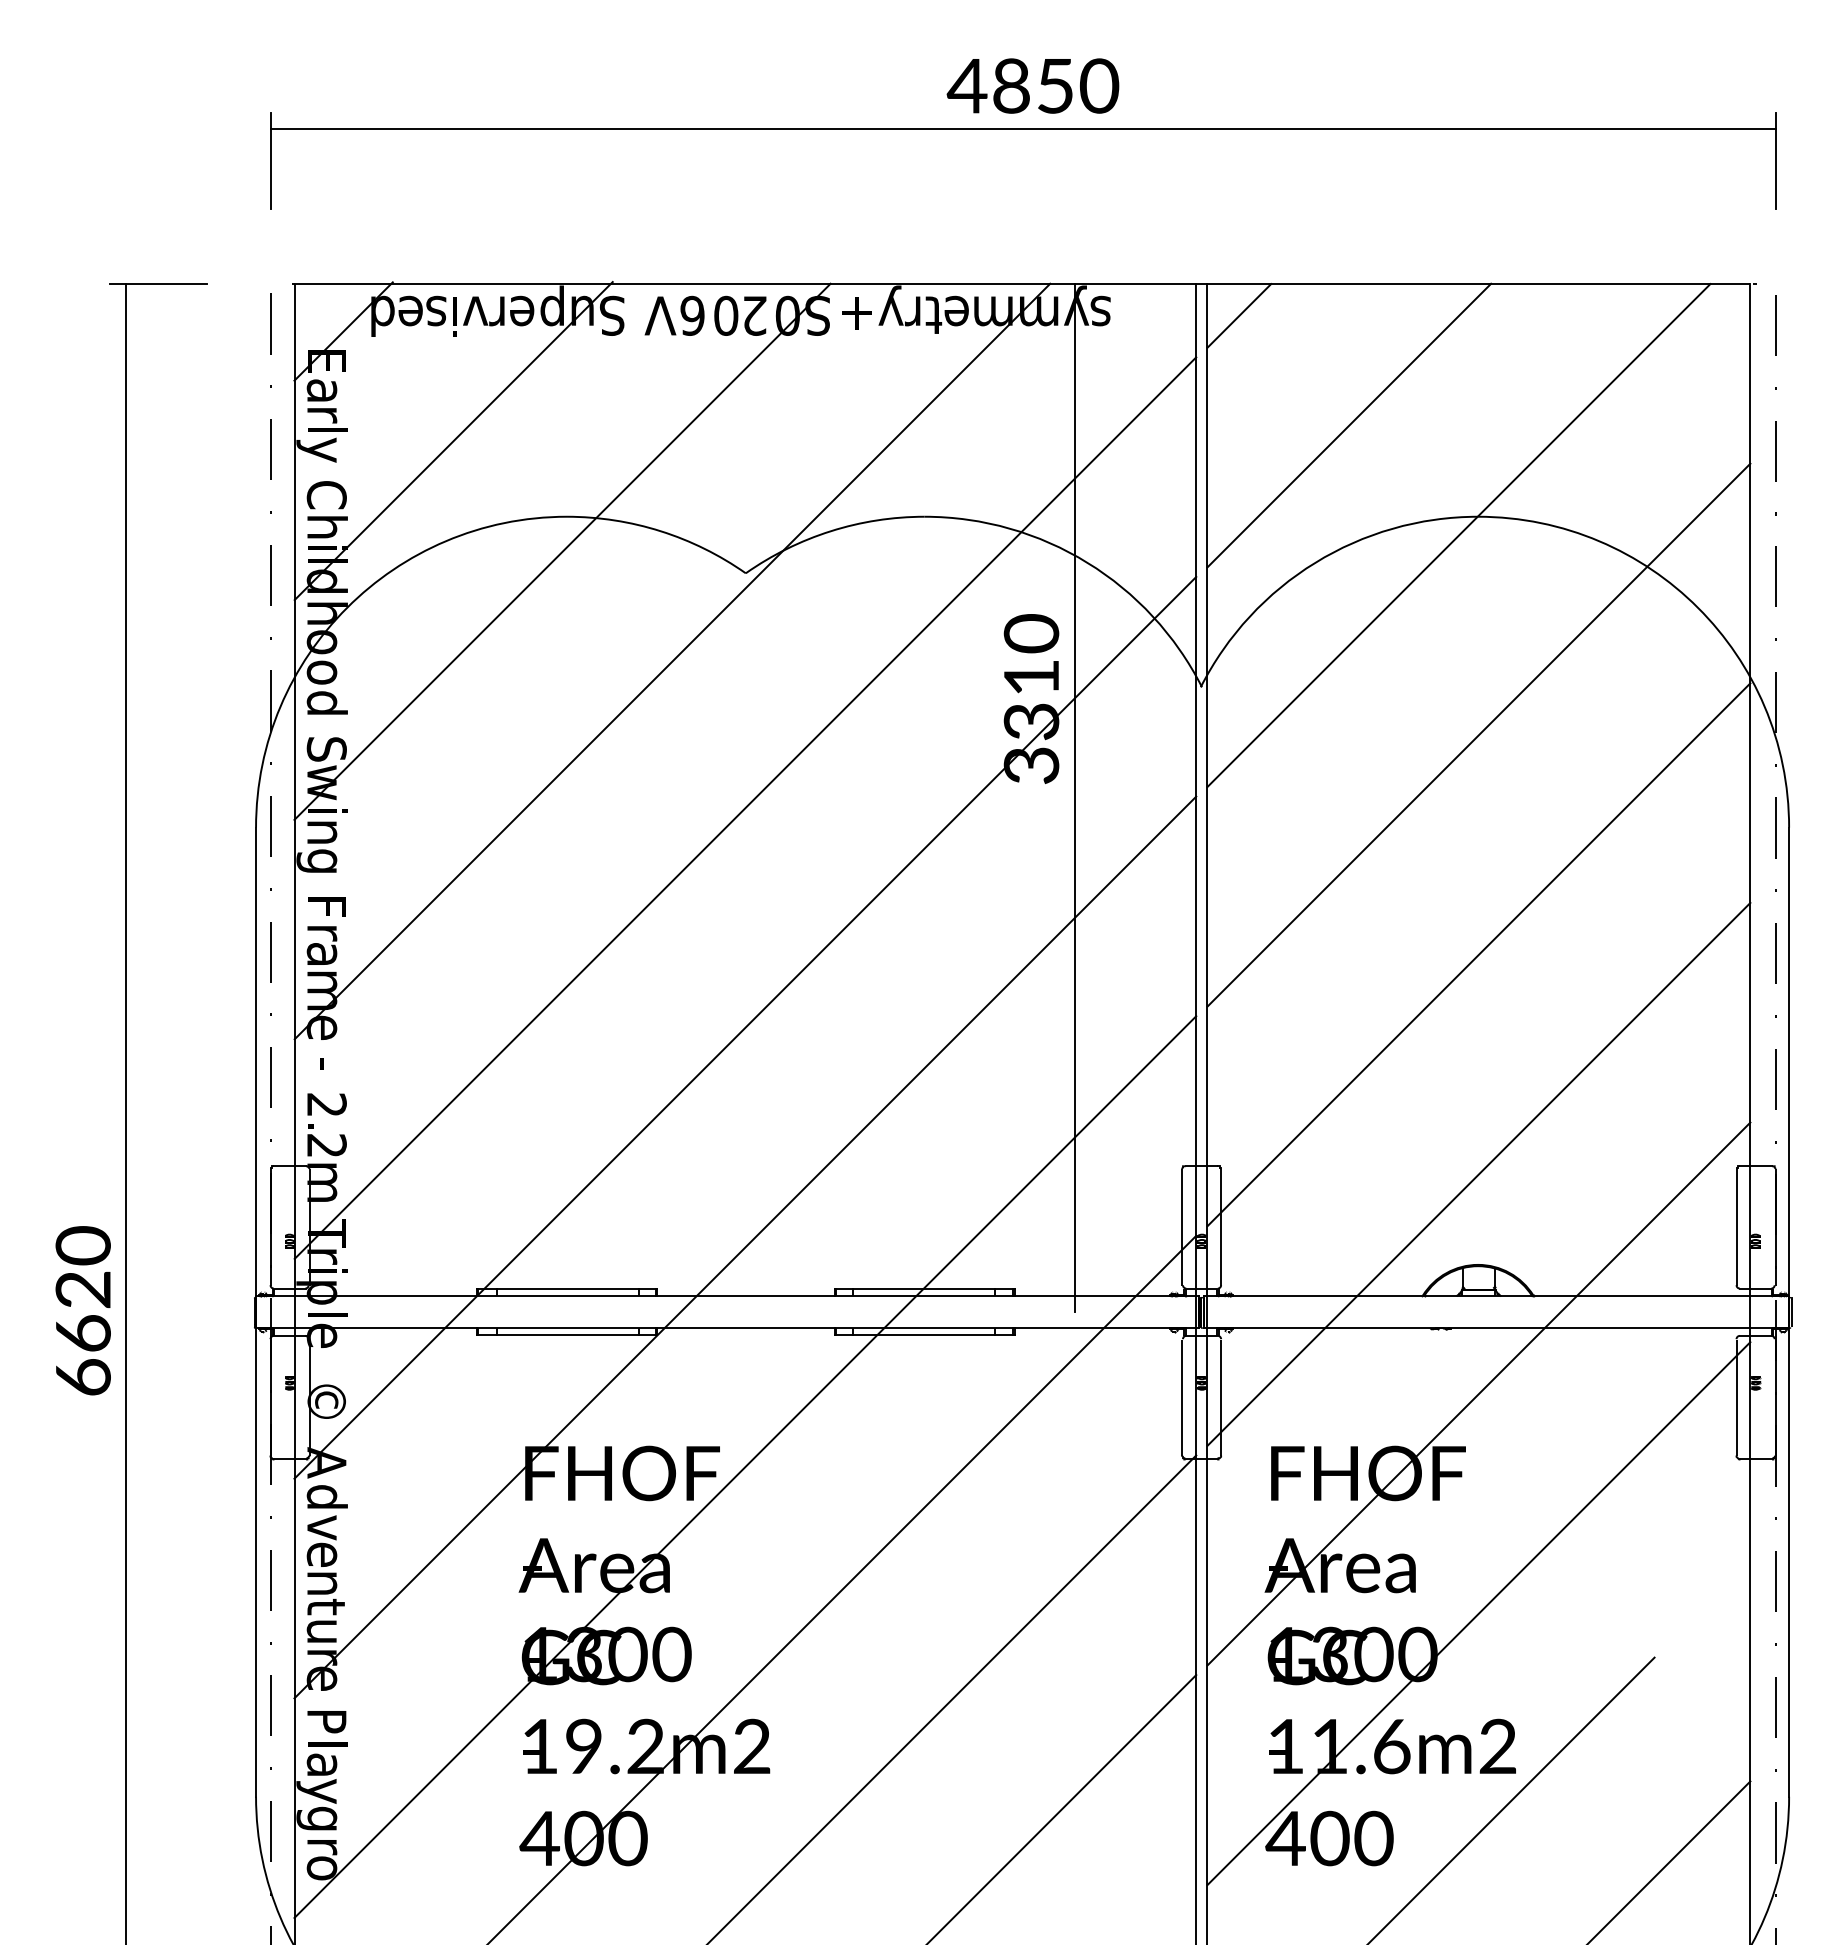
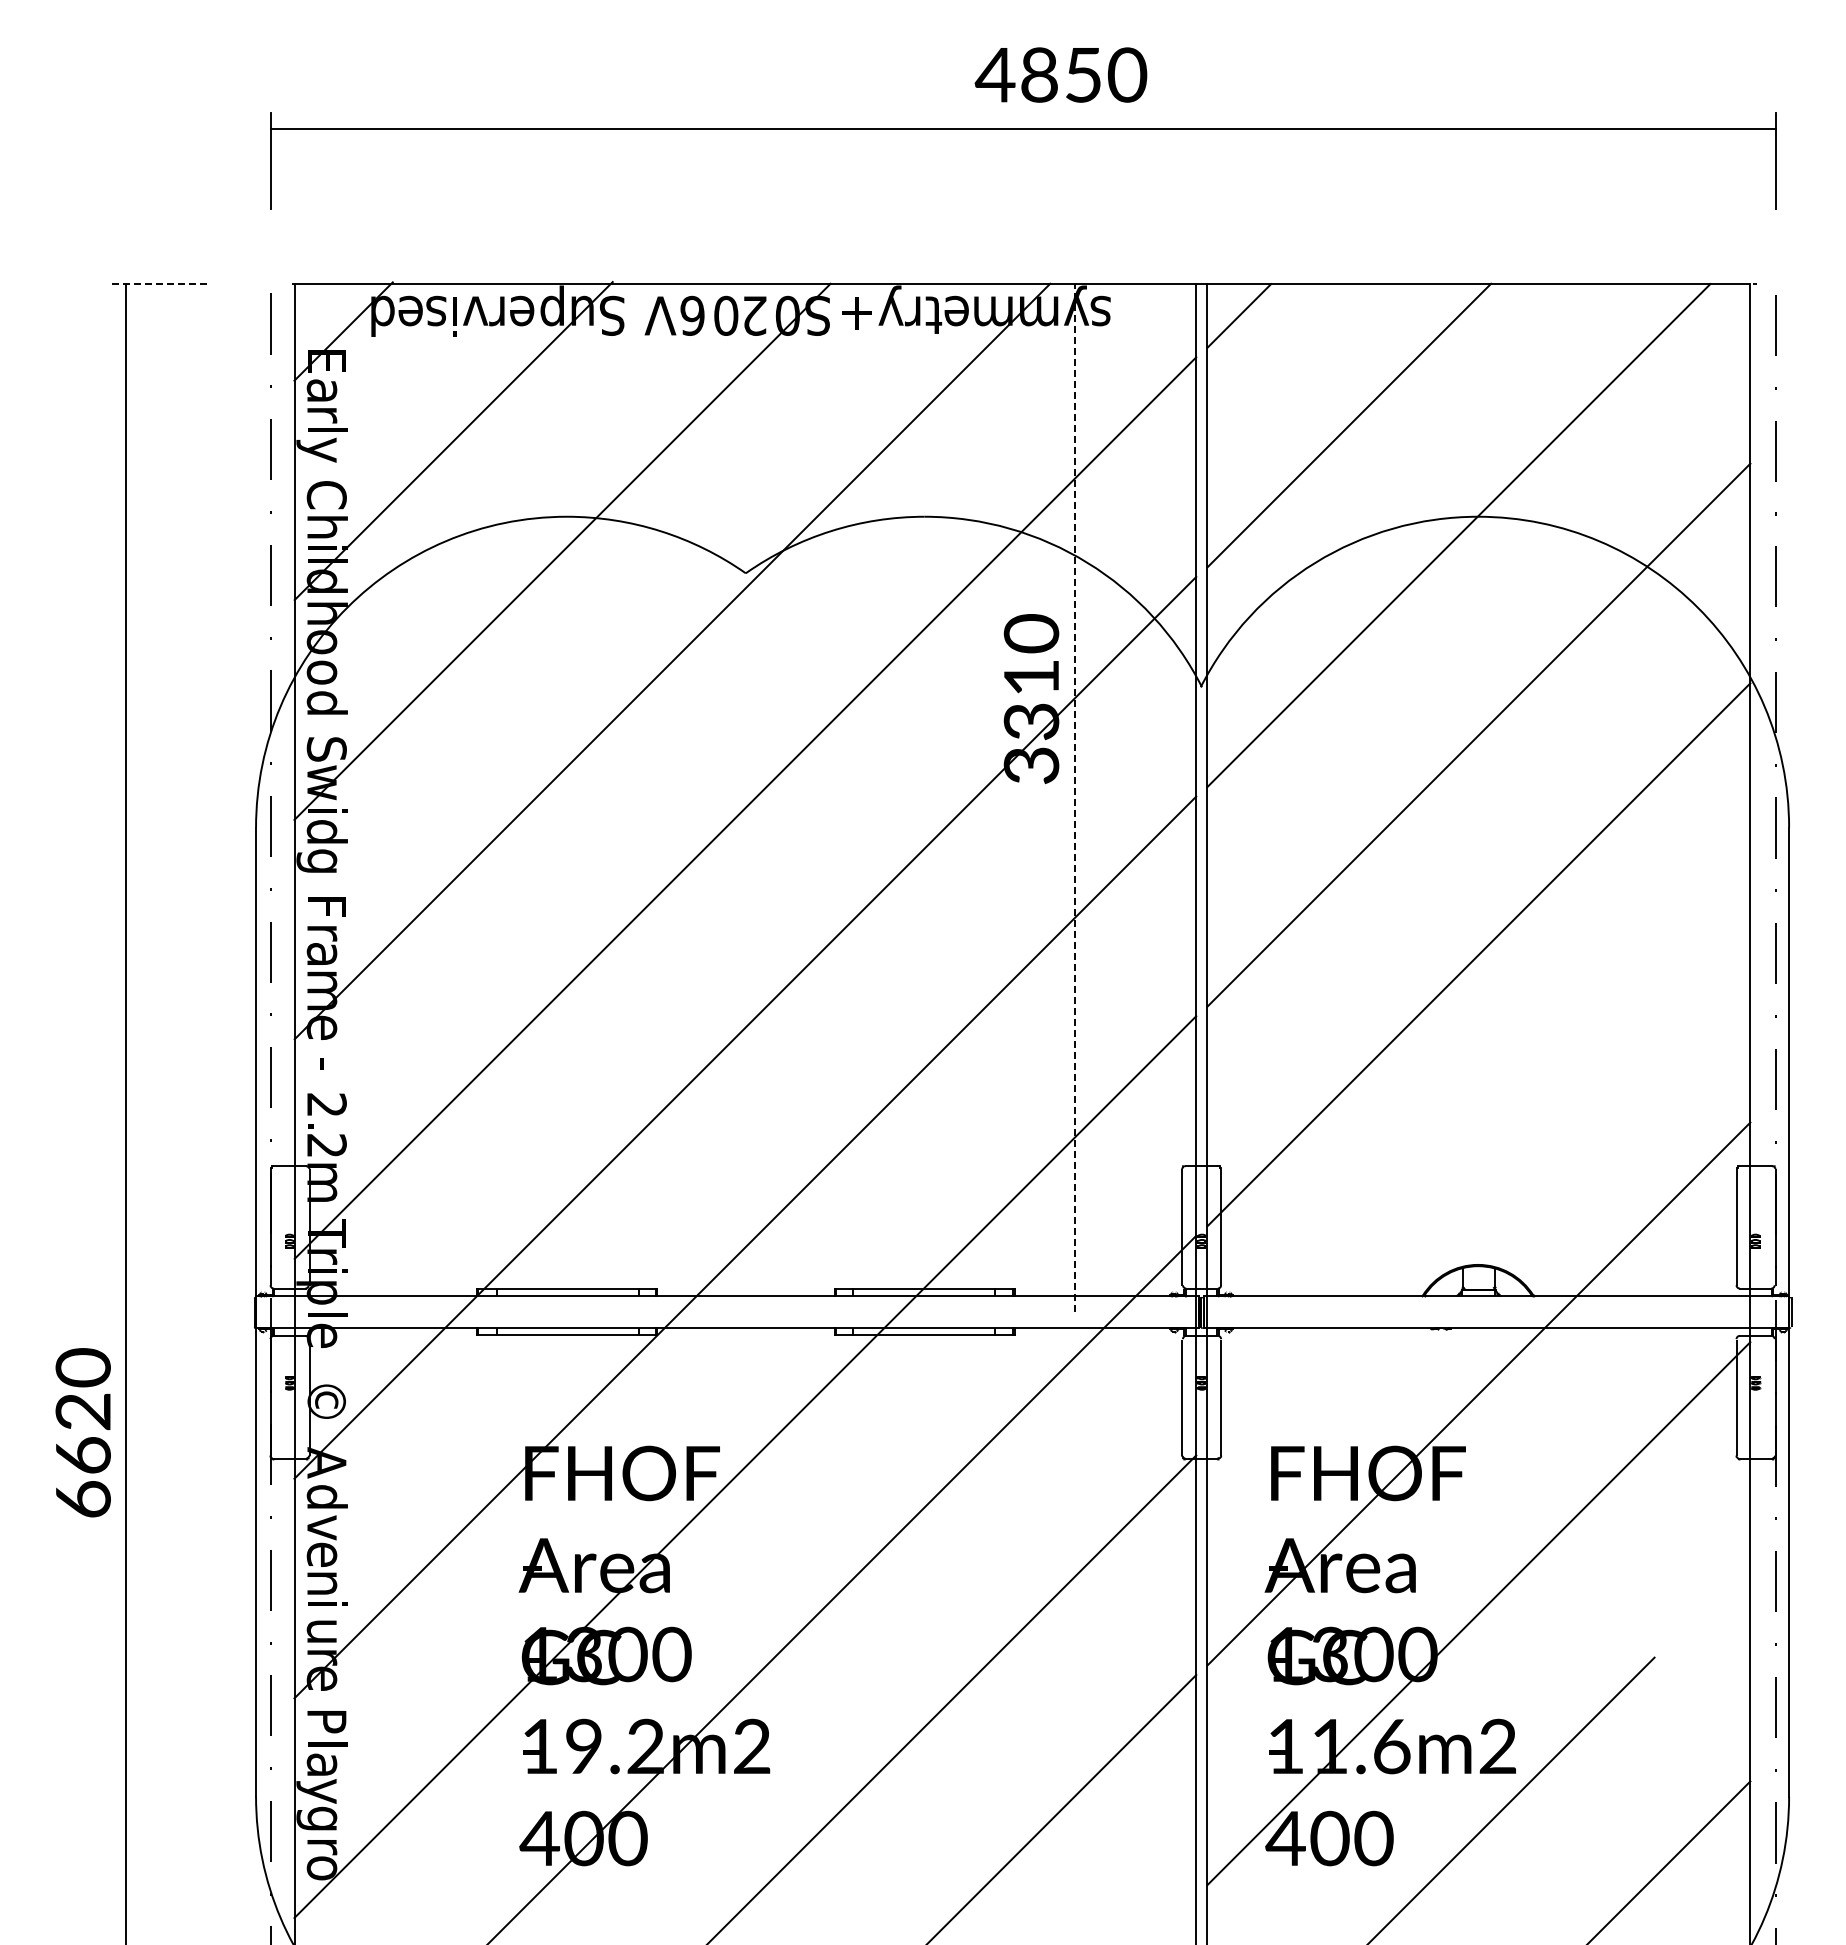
text at (1032, 85) position: (1032, 85) -> (1060, 74)
line at (158, 284): solid -> dashed
line at (1075, 797): solid -> dashed
text at (326, 831): n -> d
line at (1478, 1173): present -> none
text at (82, 1310) position: (82, 1310) -> (82, 1432)
text at (327, 1606): t -> i
